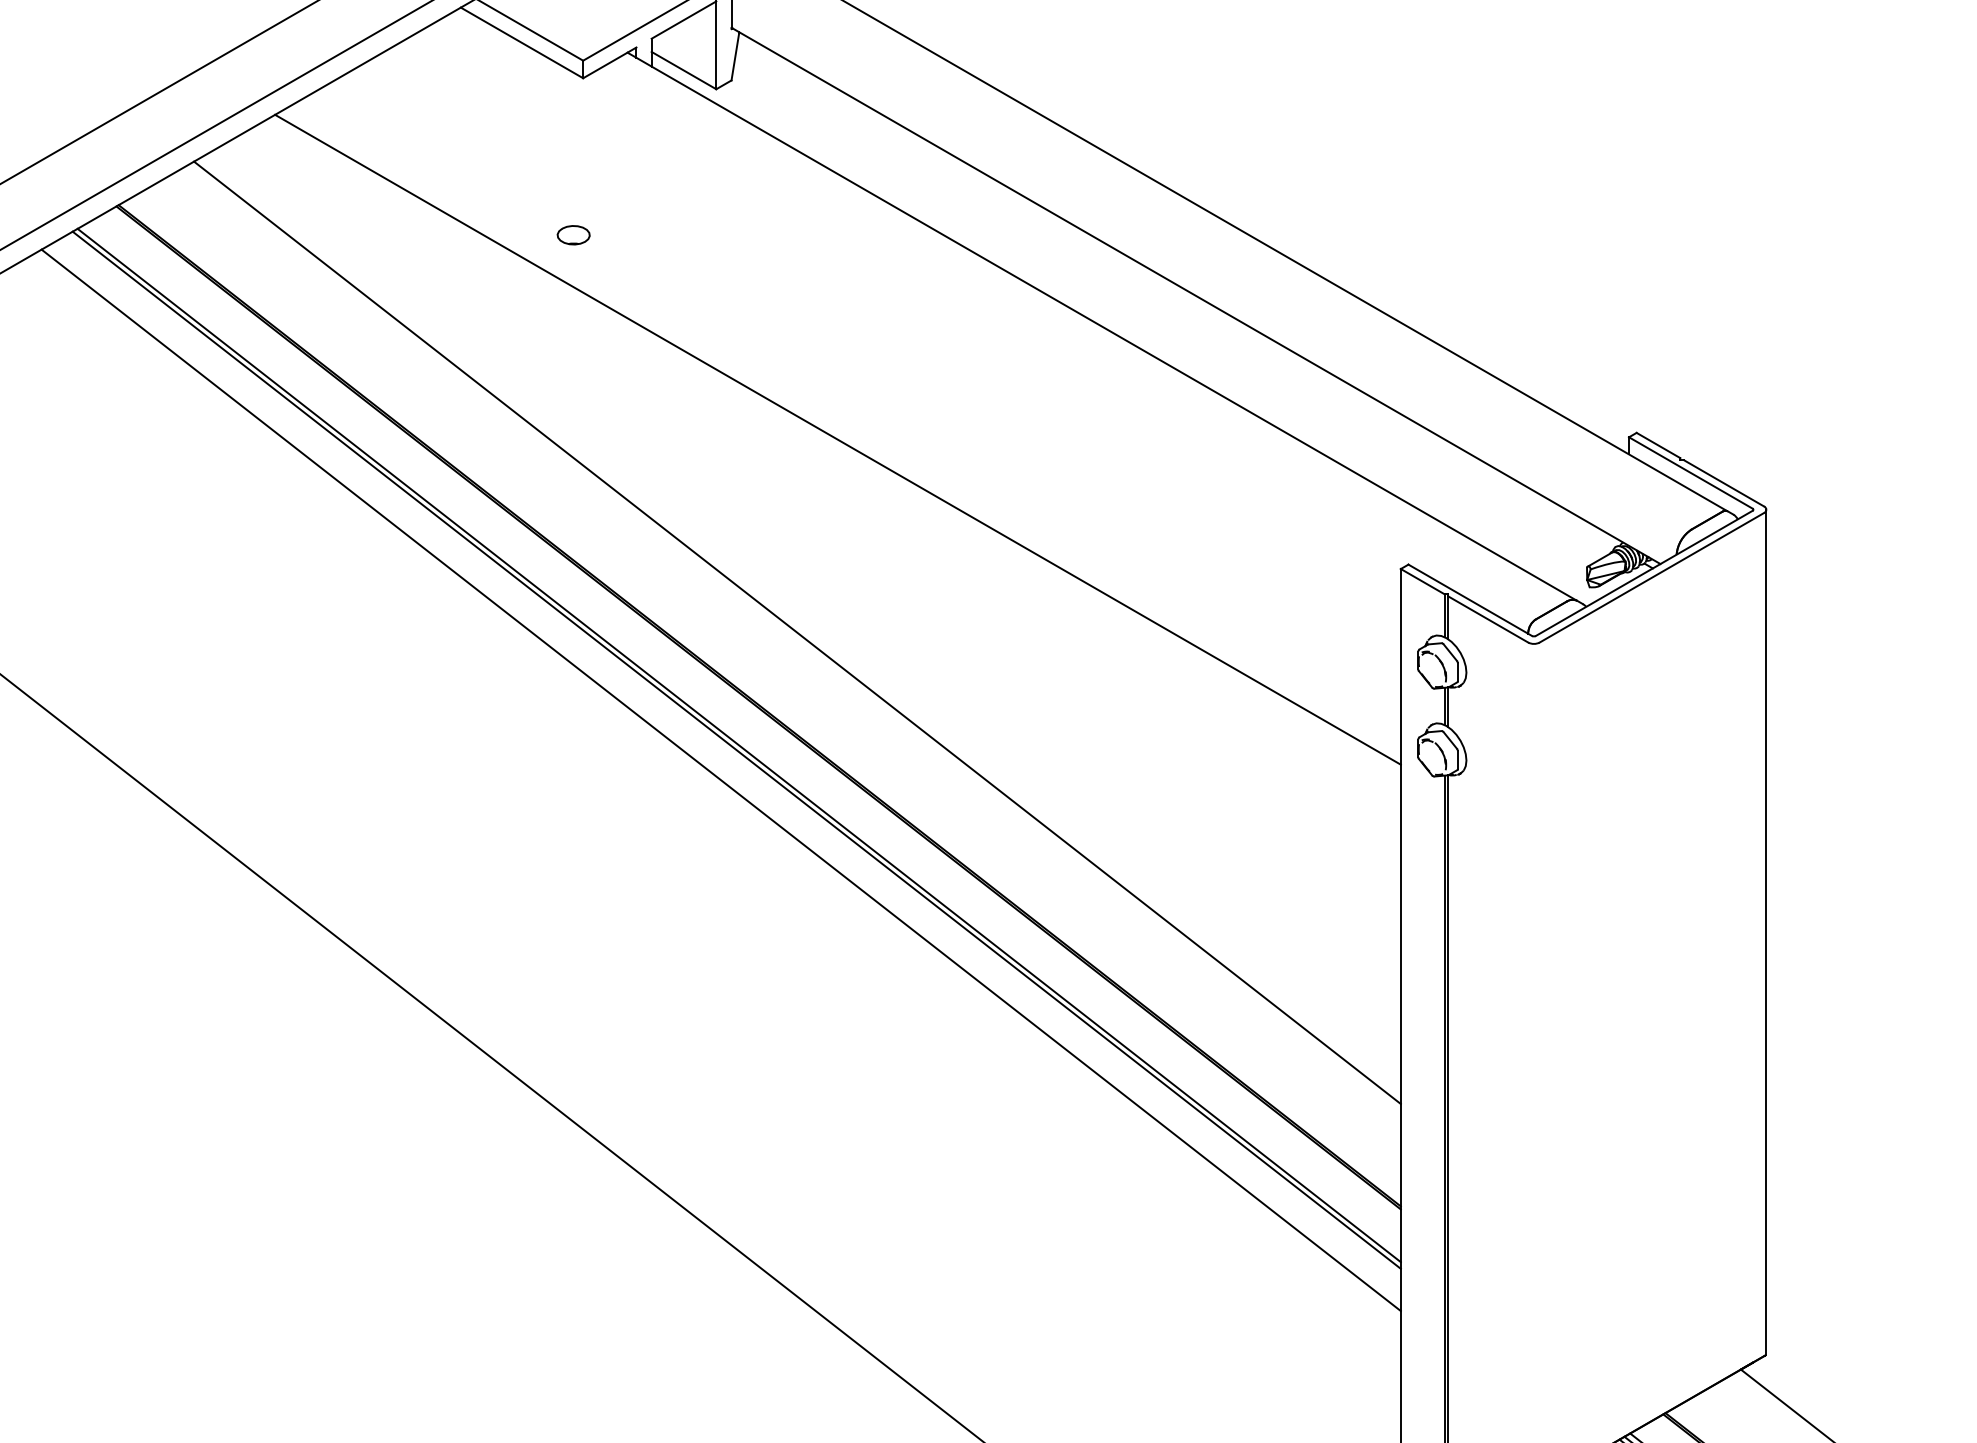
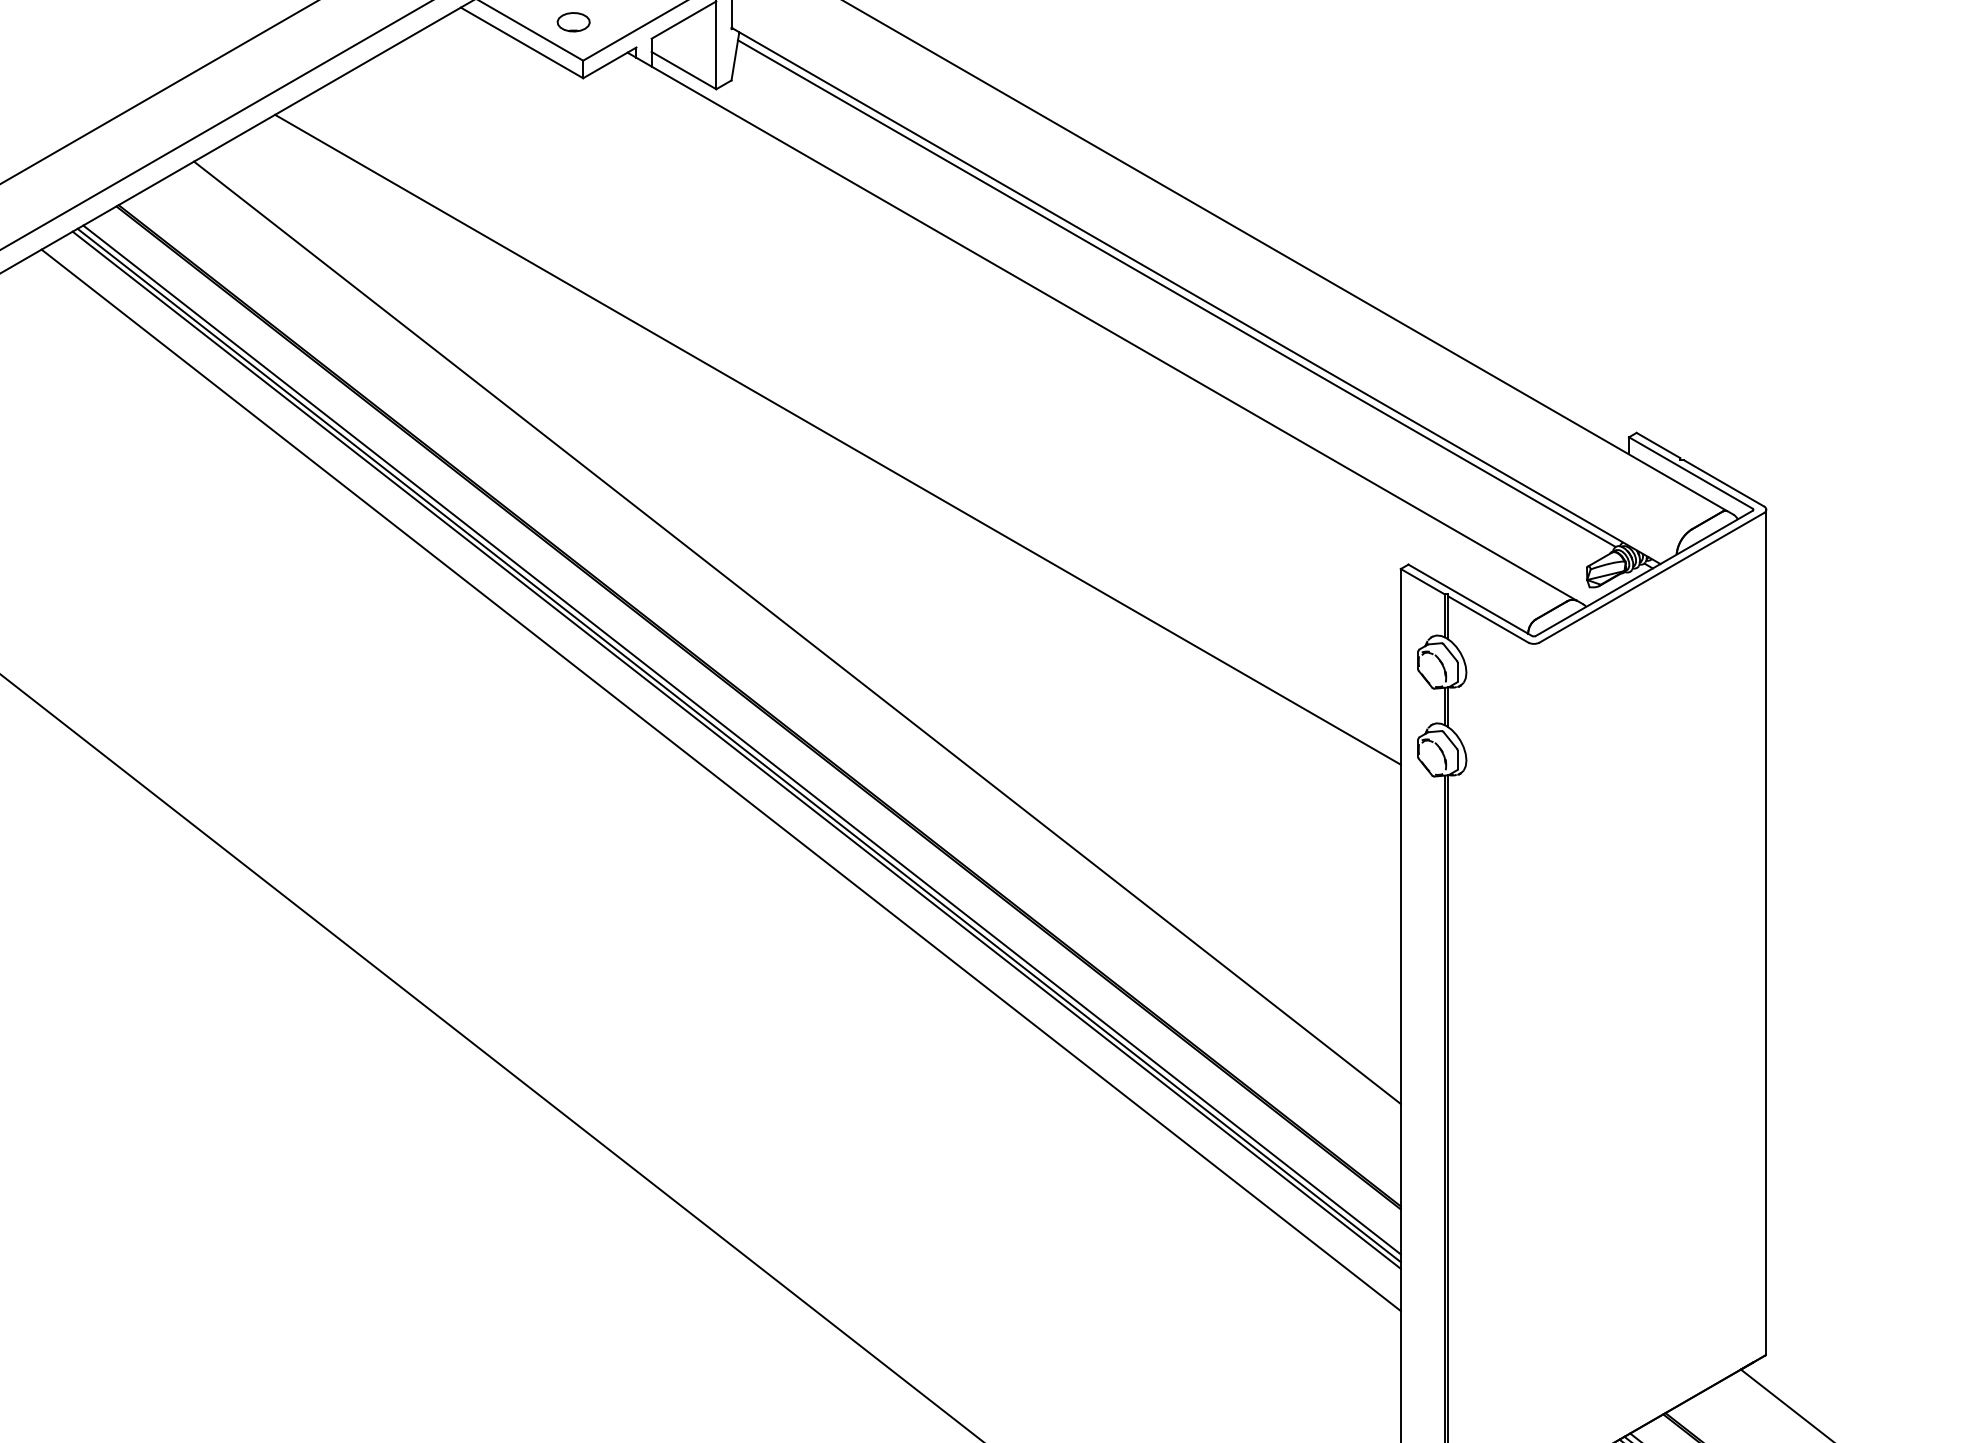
part at (573, 235) position: (573, 235) -> (573, 22)
line at (1176, 293): none -> present
line at (741, 739): none -> present
